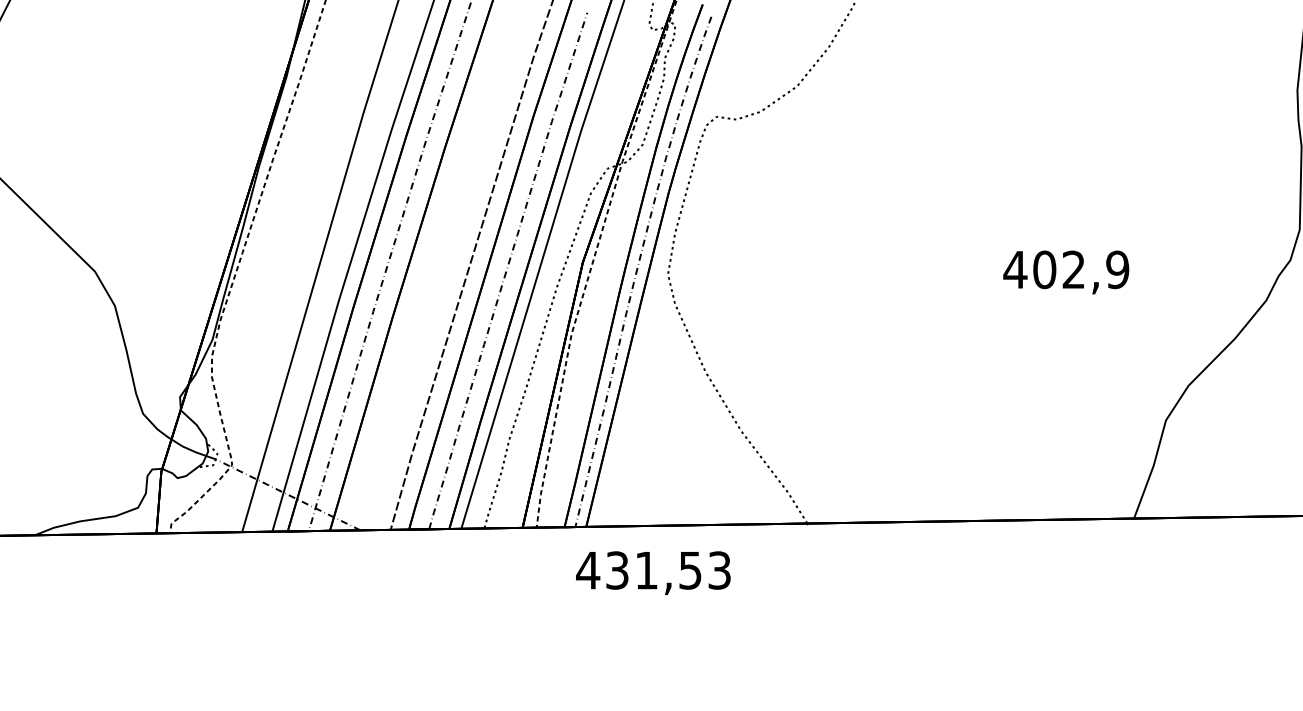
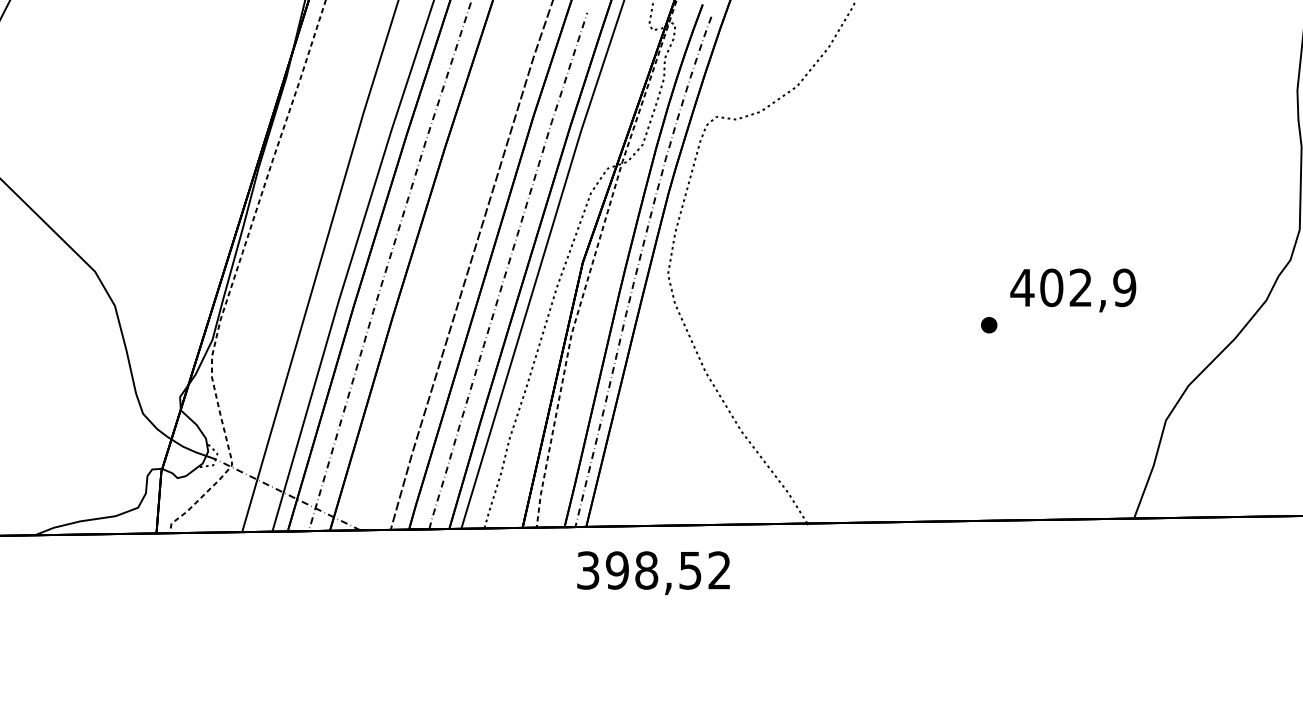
text at (1066, 272) position: (1066, 272) -> (1073, 290)
part at (989, 325): none -> present
text at (653, 570): 431,53 -> 398,52
